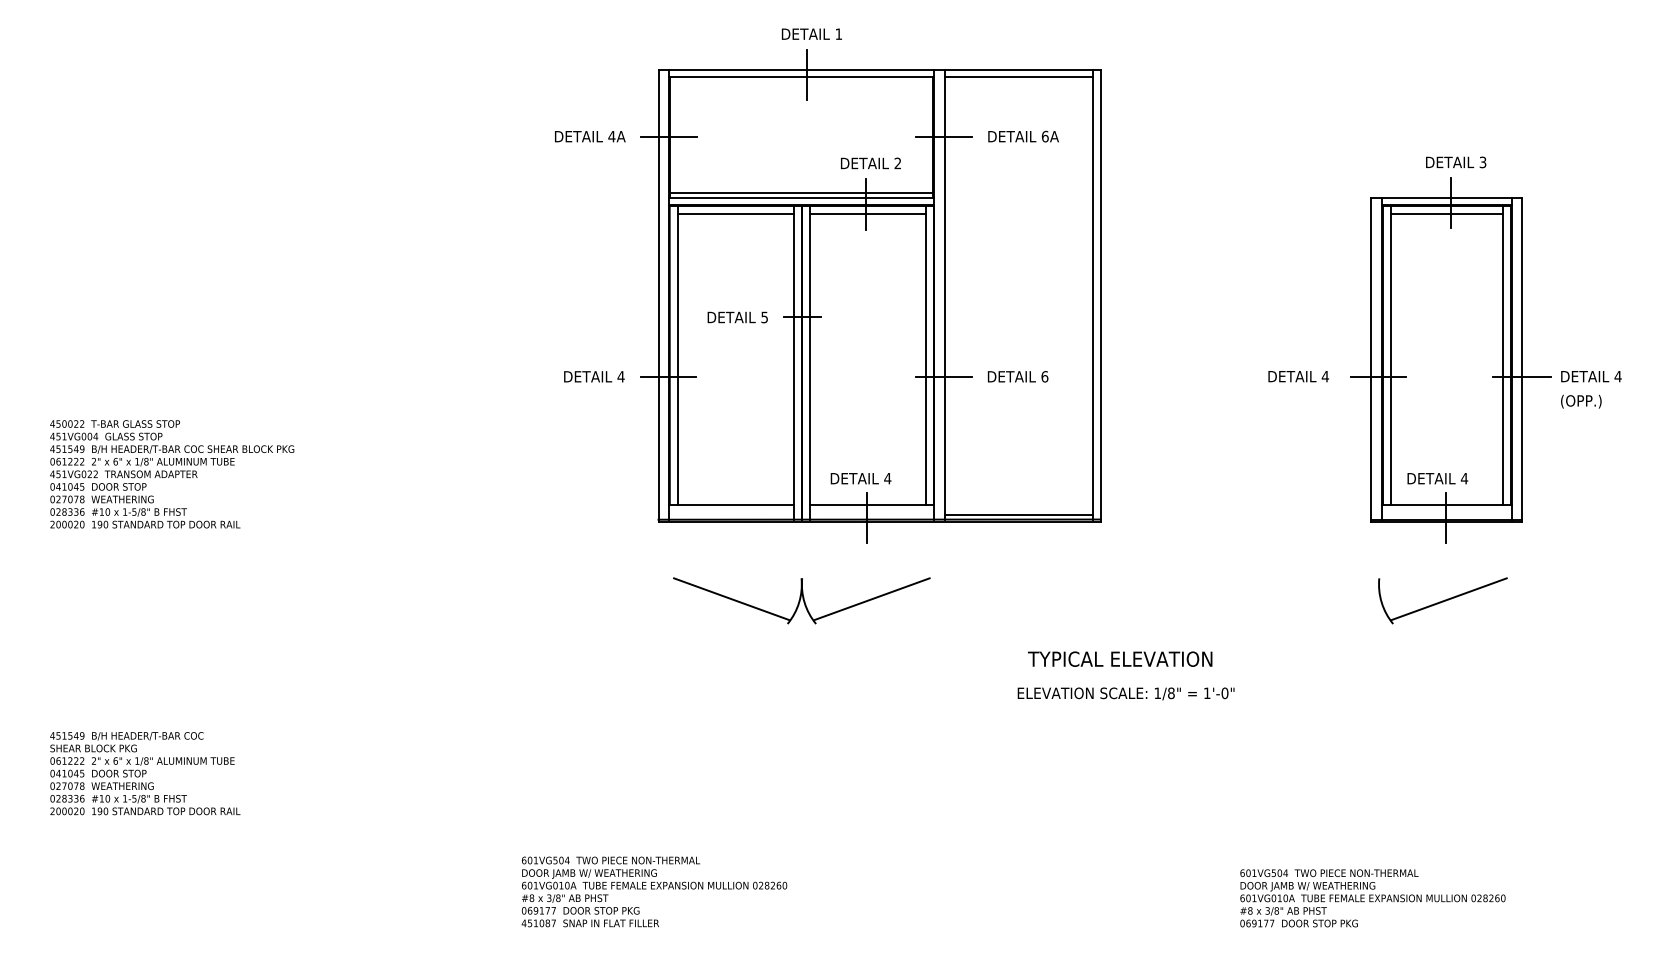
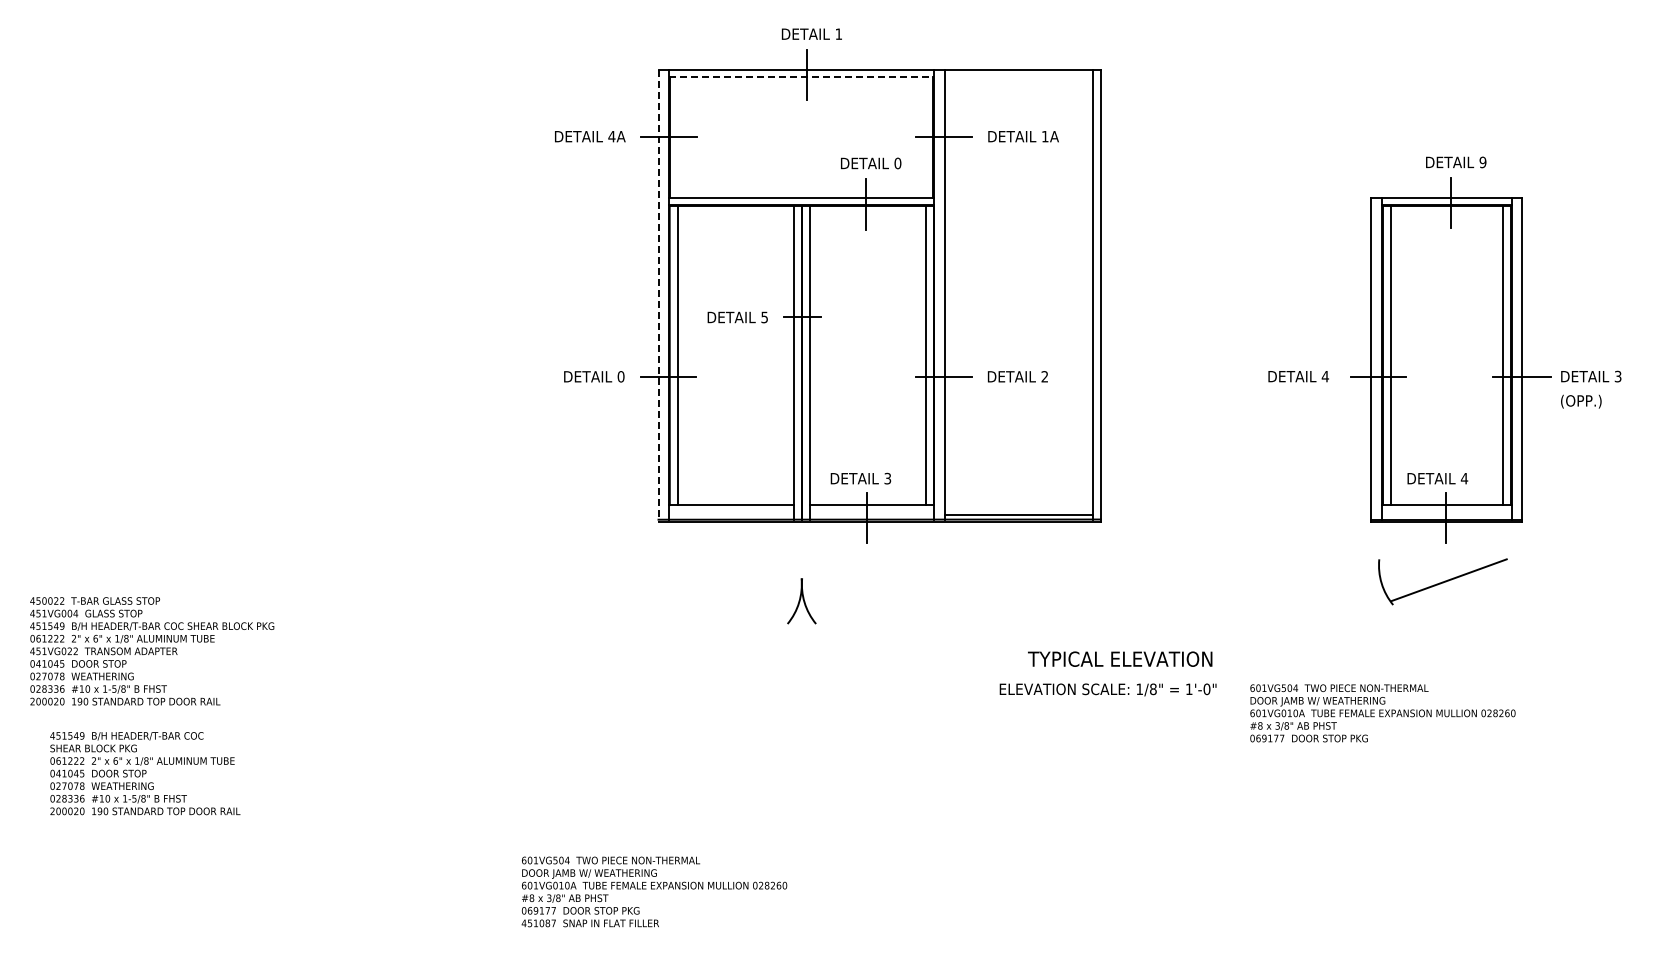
line at (801, 77): solid -> dashed
line at (1019, 77): present -> none
text at (1044, 136): 6A -> 1A
text at (1482, 162): 3 -> 9
text at (897, 163): 2 -> 0
line at (801, 192): present -> none
line at (735, 214): present -> none
line at (867, 214): present -> none
line at (1446, 214): present -> none
line at (658, 296): solid -> dashed
text at (620, 376): 4 -> 0
text at (1044, 376): 6 -> 2
text at (1617, 376): 4 -> 3
text at (172, 474) position: (172, 474) -> (152, 651)
text at (887, 478): 4 -> 3
line at (731, 599): present -> none
line at (871, 599): present -> none
part at (1442, 600) position: (1442, 600) -> (1442, 581)
text at (1125, 693) position: (1125, 693) -> (1107, 689)
text at (1372, 898) position: (1372, 898) -> (1382, 713)
